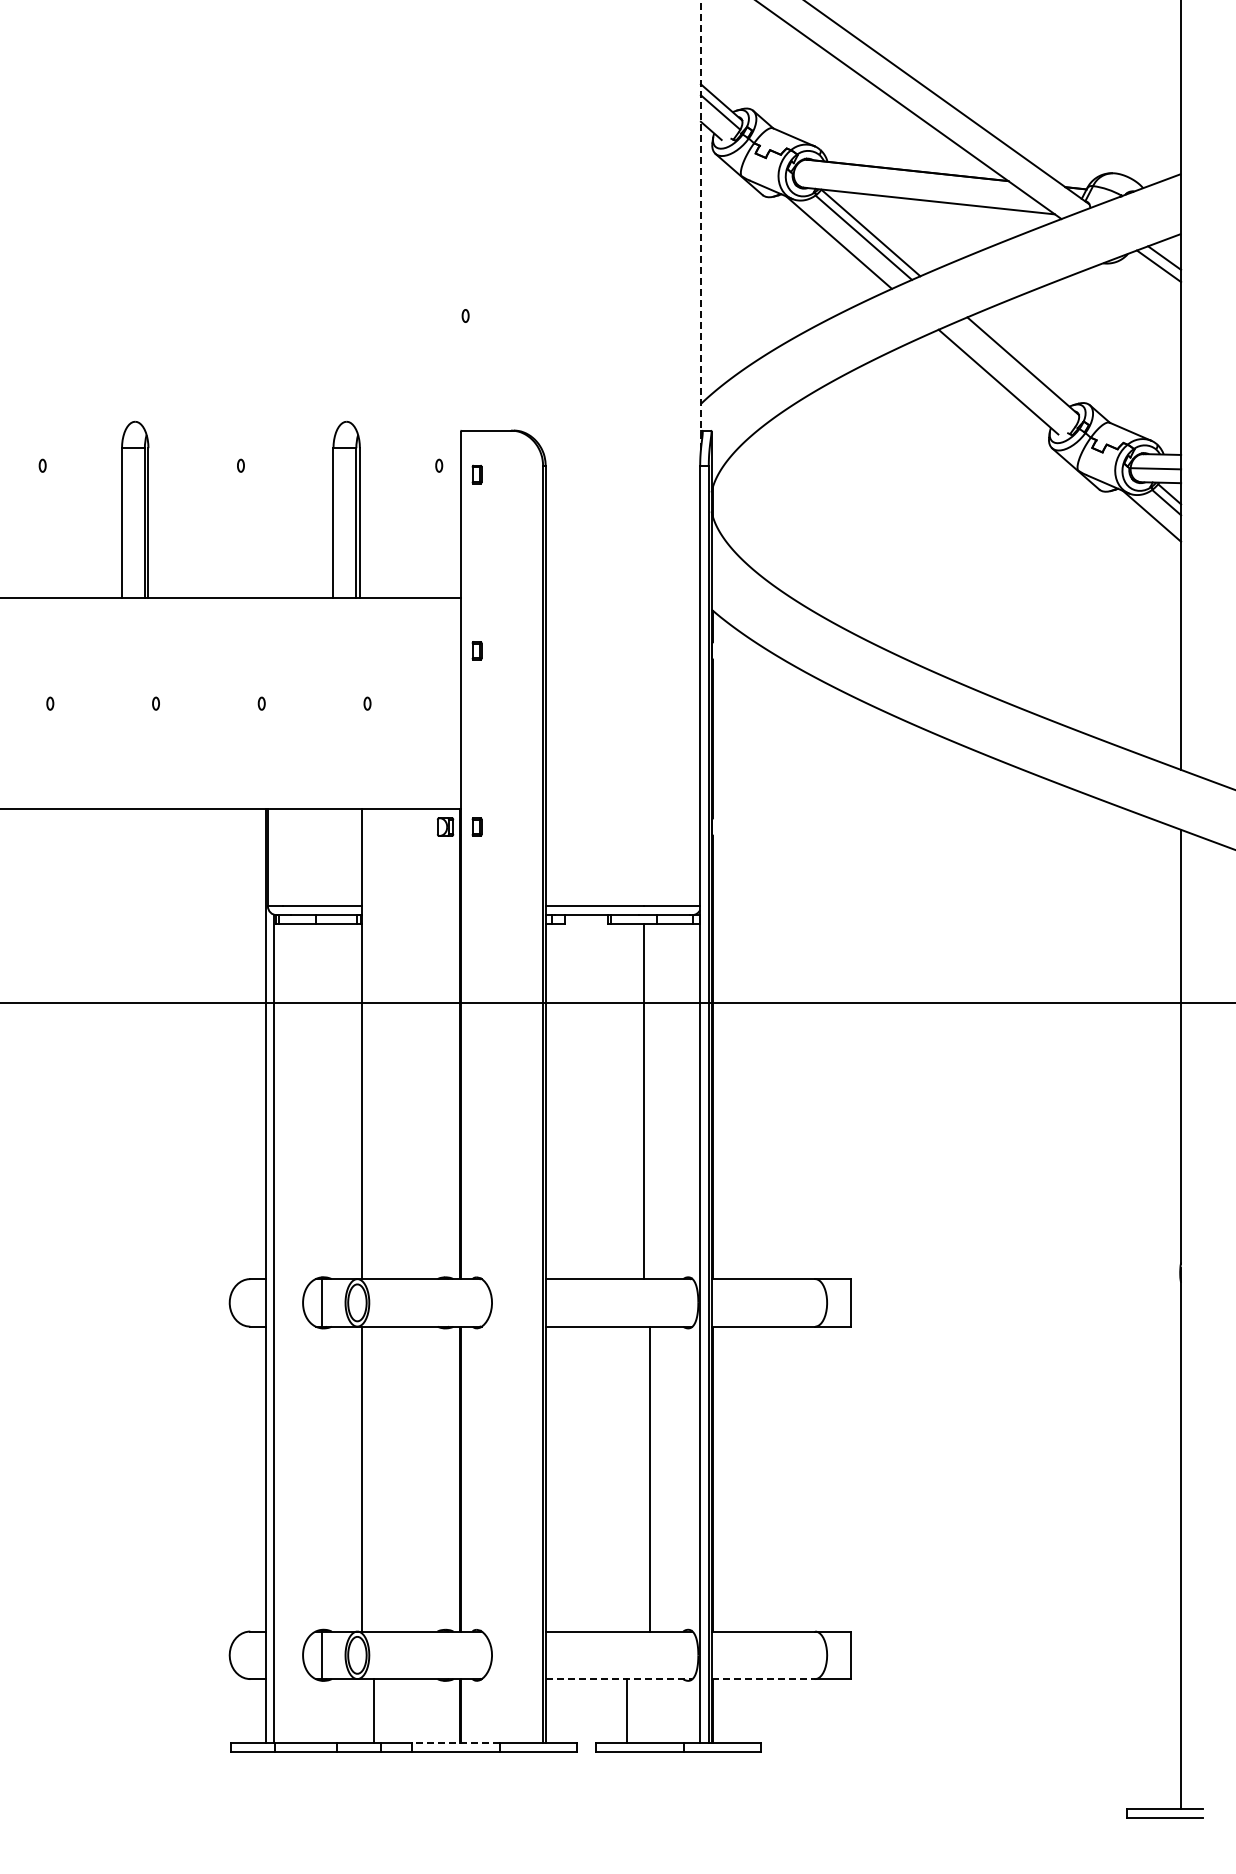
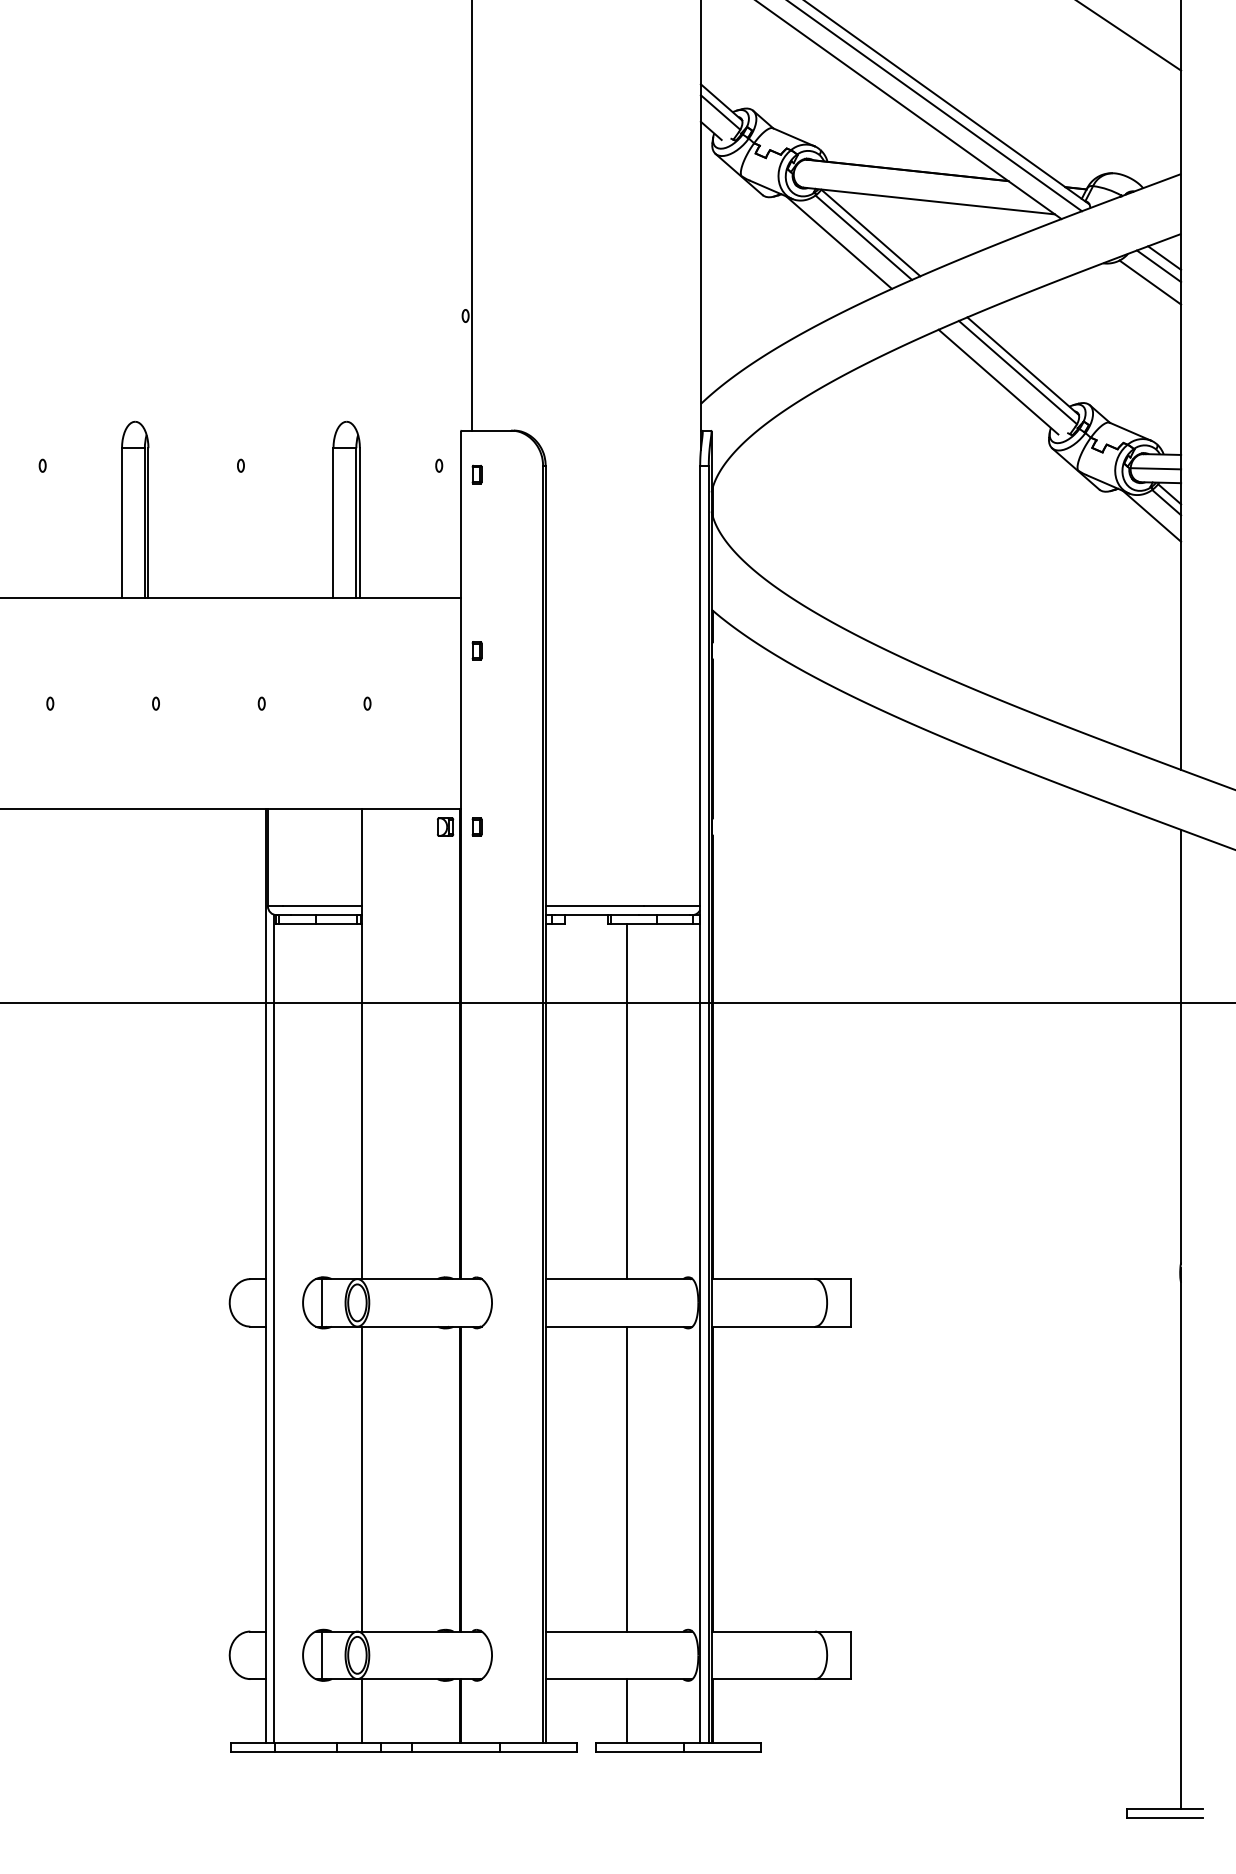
line at (1130, 36): none -> present
line at (935, 106): none -> present
line at (471, 216): none -> present
line at (700, 225): dashed -> solid
line at (1150, 282): none -> present
line at (1017, 372): none -> present
line at (643, 1101) position: (643, 1101) -> (626, 1101)
line at (649, 1478) position: (649, 1478) -> (626, 1478)
line at (619, 1679): dashed -> solid
line at (763, 1679): dashed -> solid
line at (373, 1711) position: (373, 1711) -> (361, 1711)
line at (455, 1743): dashed -> solid
